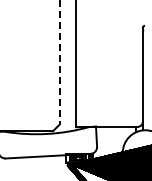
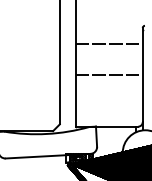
line at (108, 43): none -> present
line at (59, 62): dashed -> solid
line at (108, 75): none -> present
